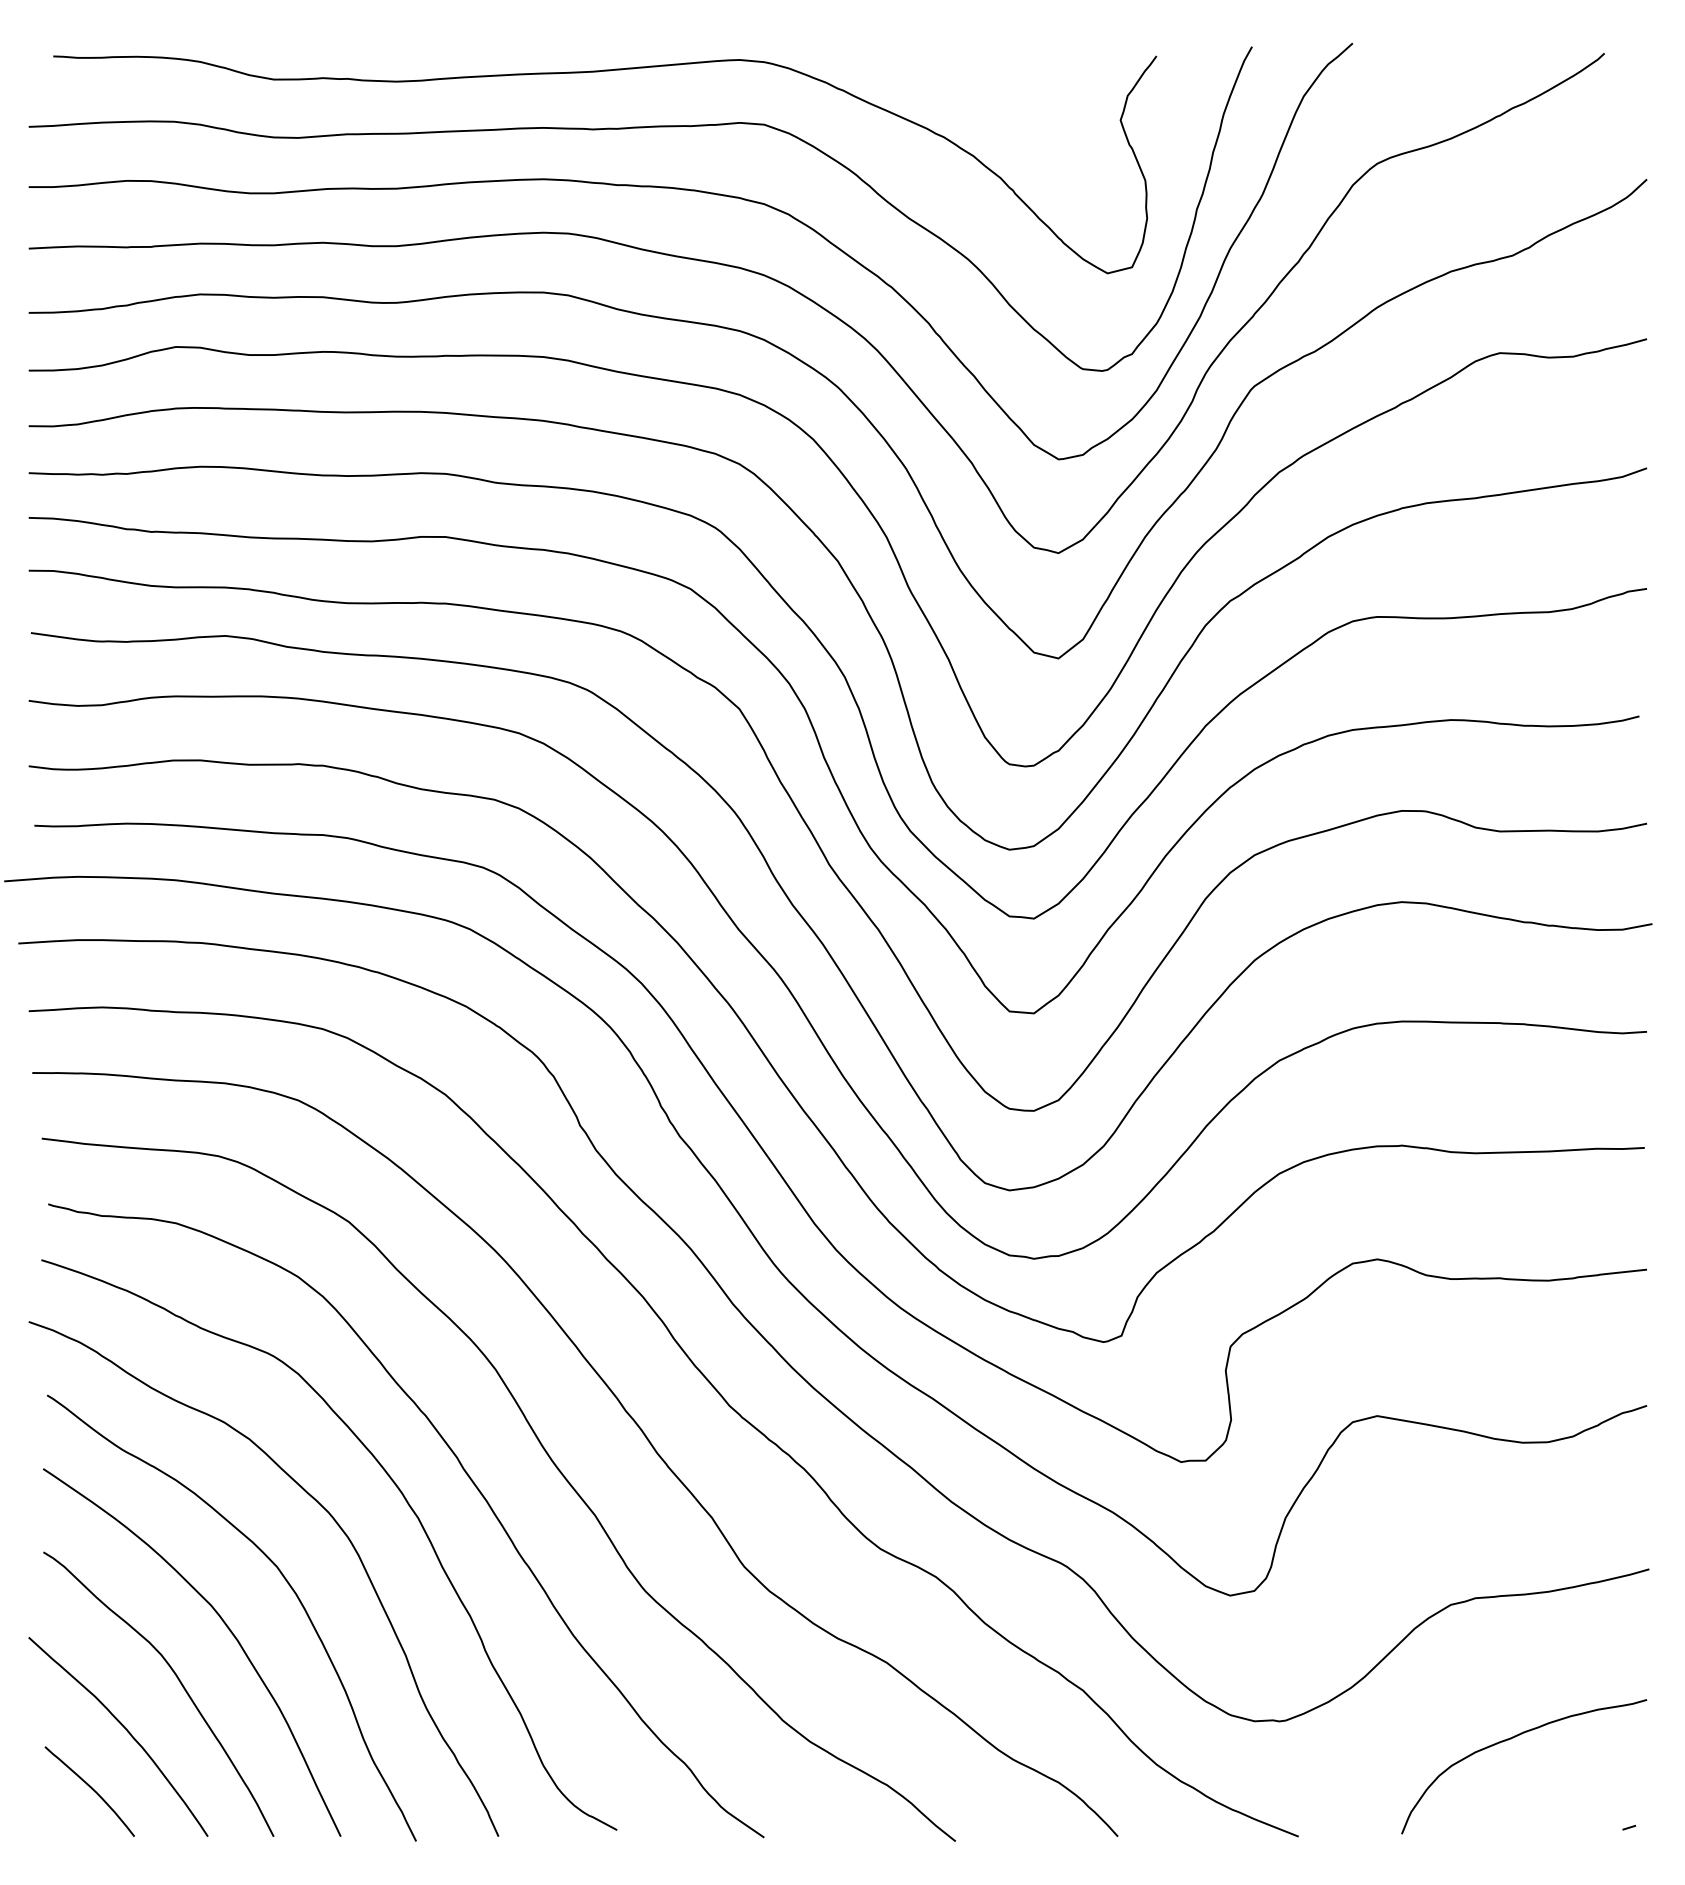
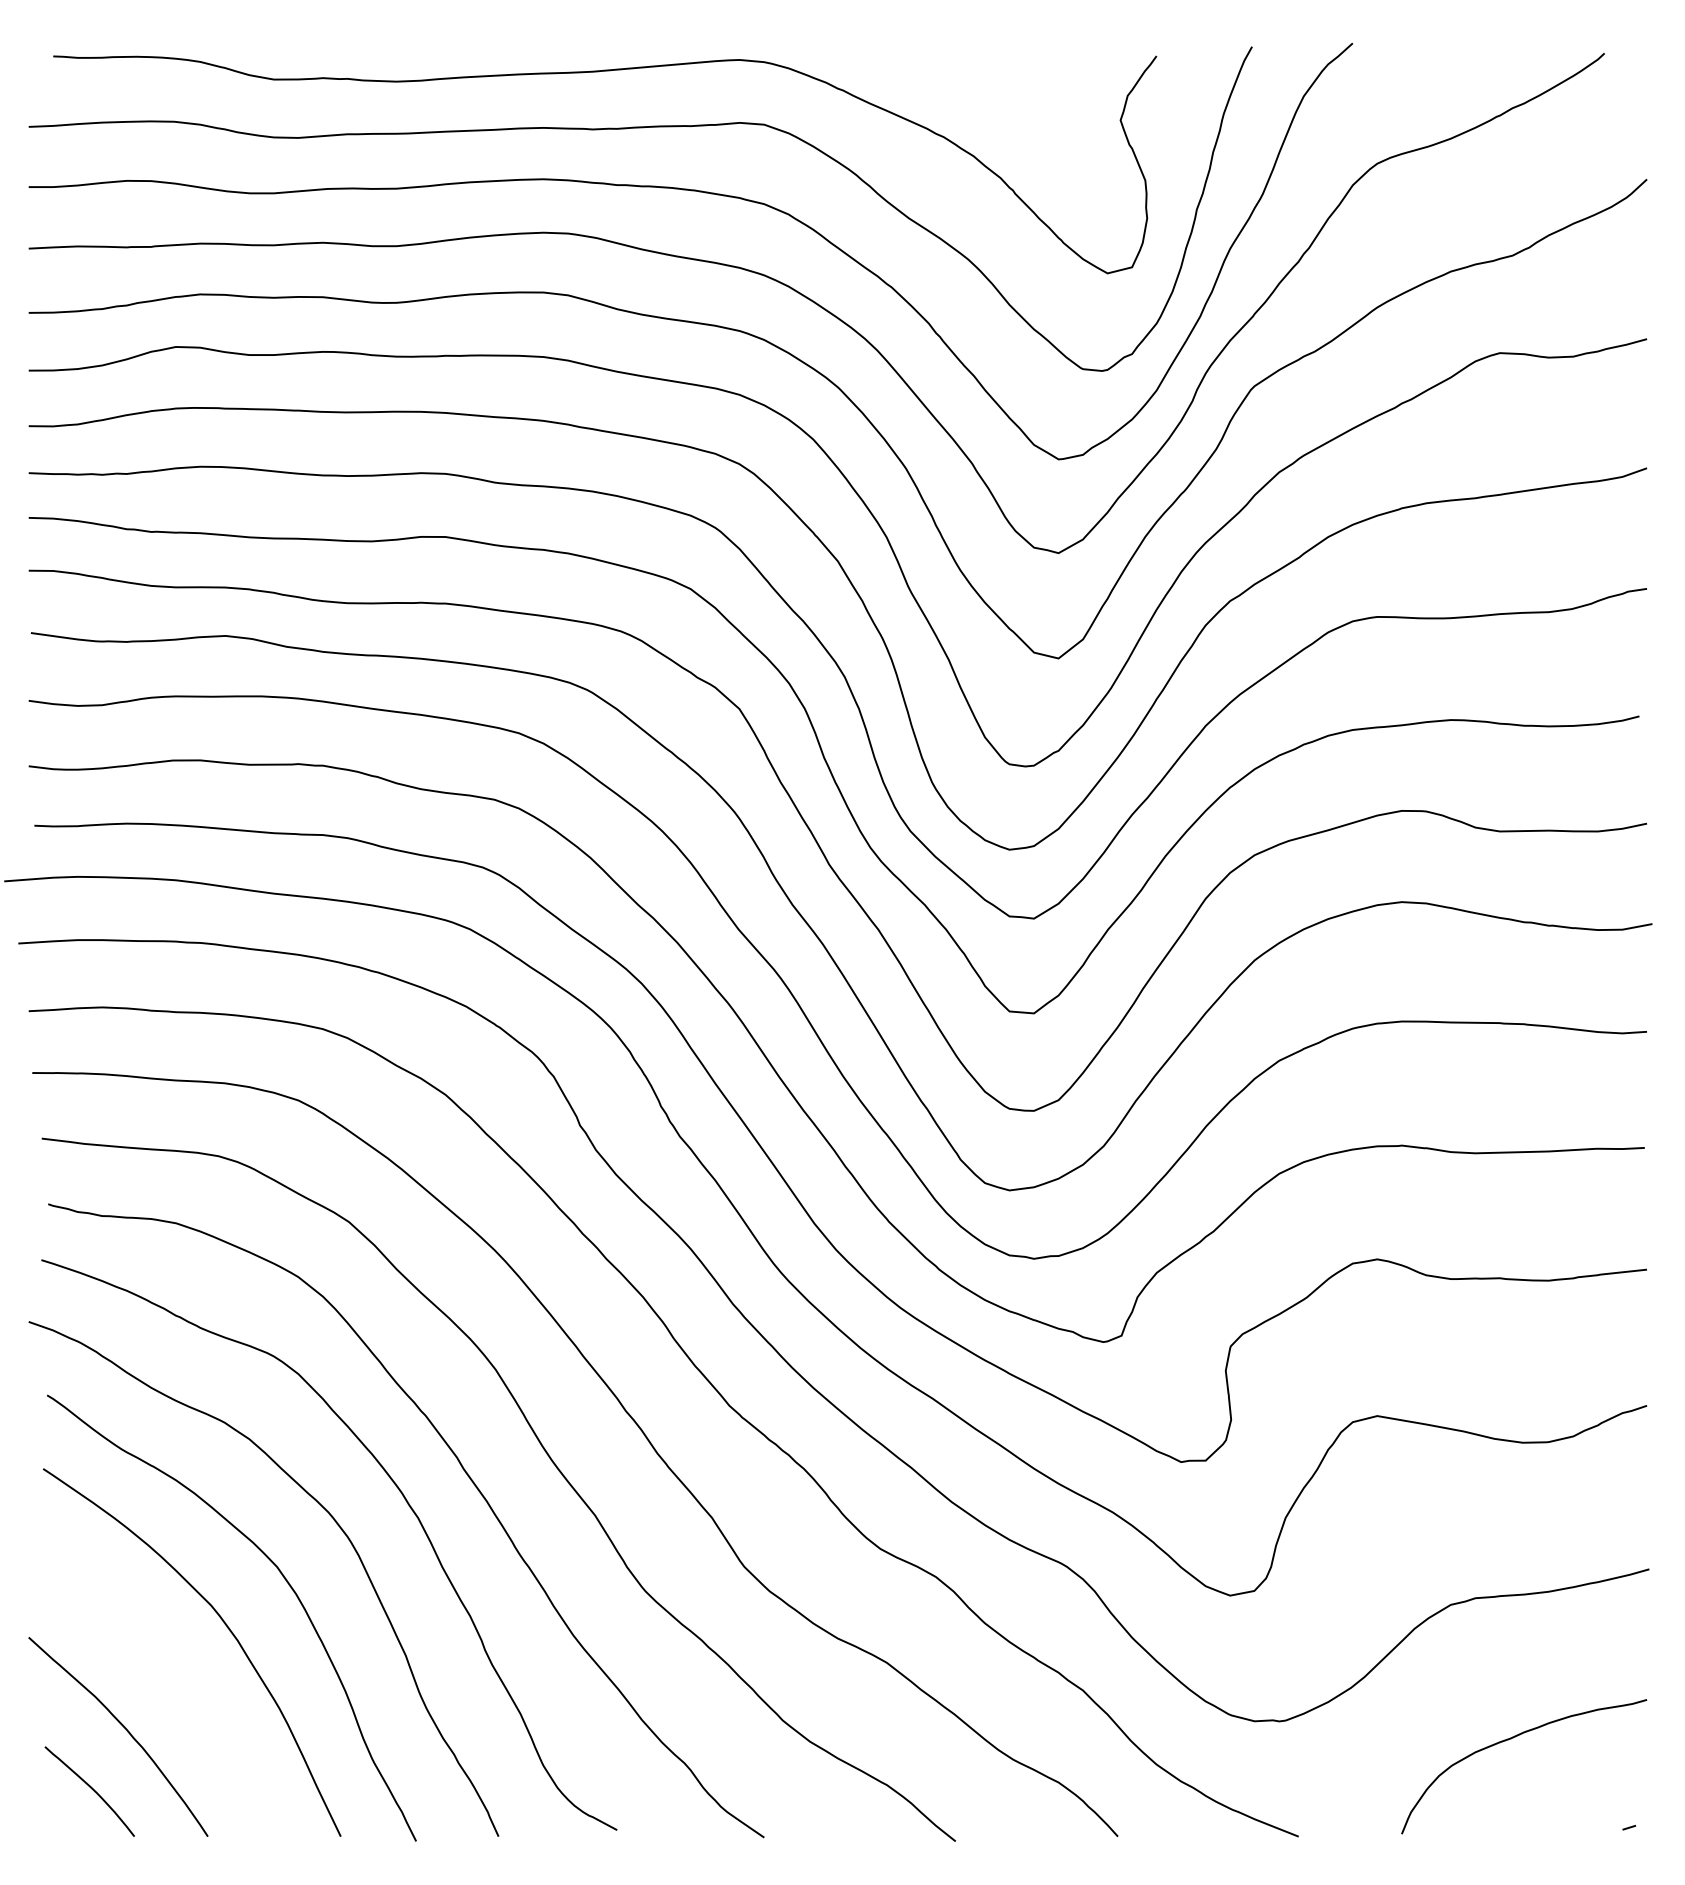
curve at (177, 1679): present -> none
